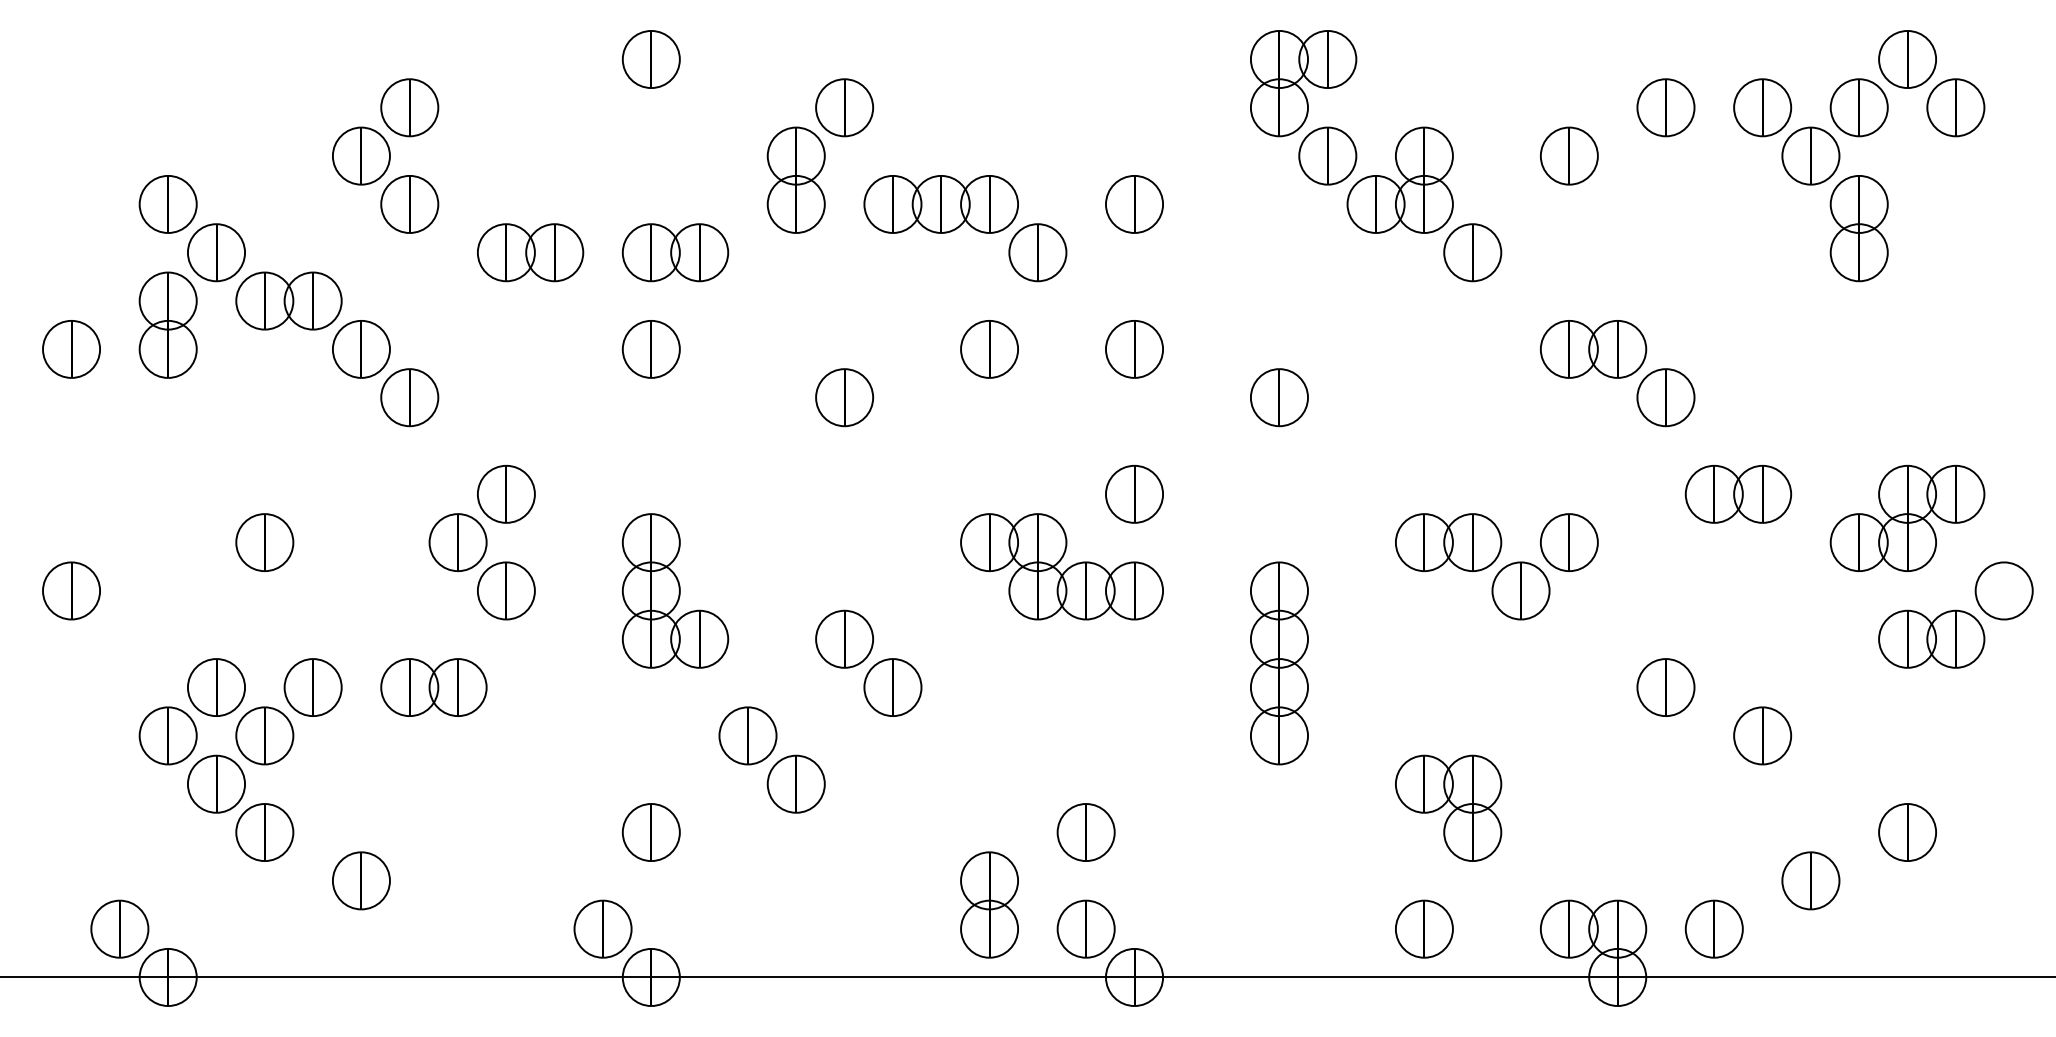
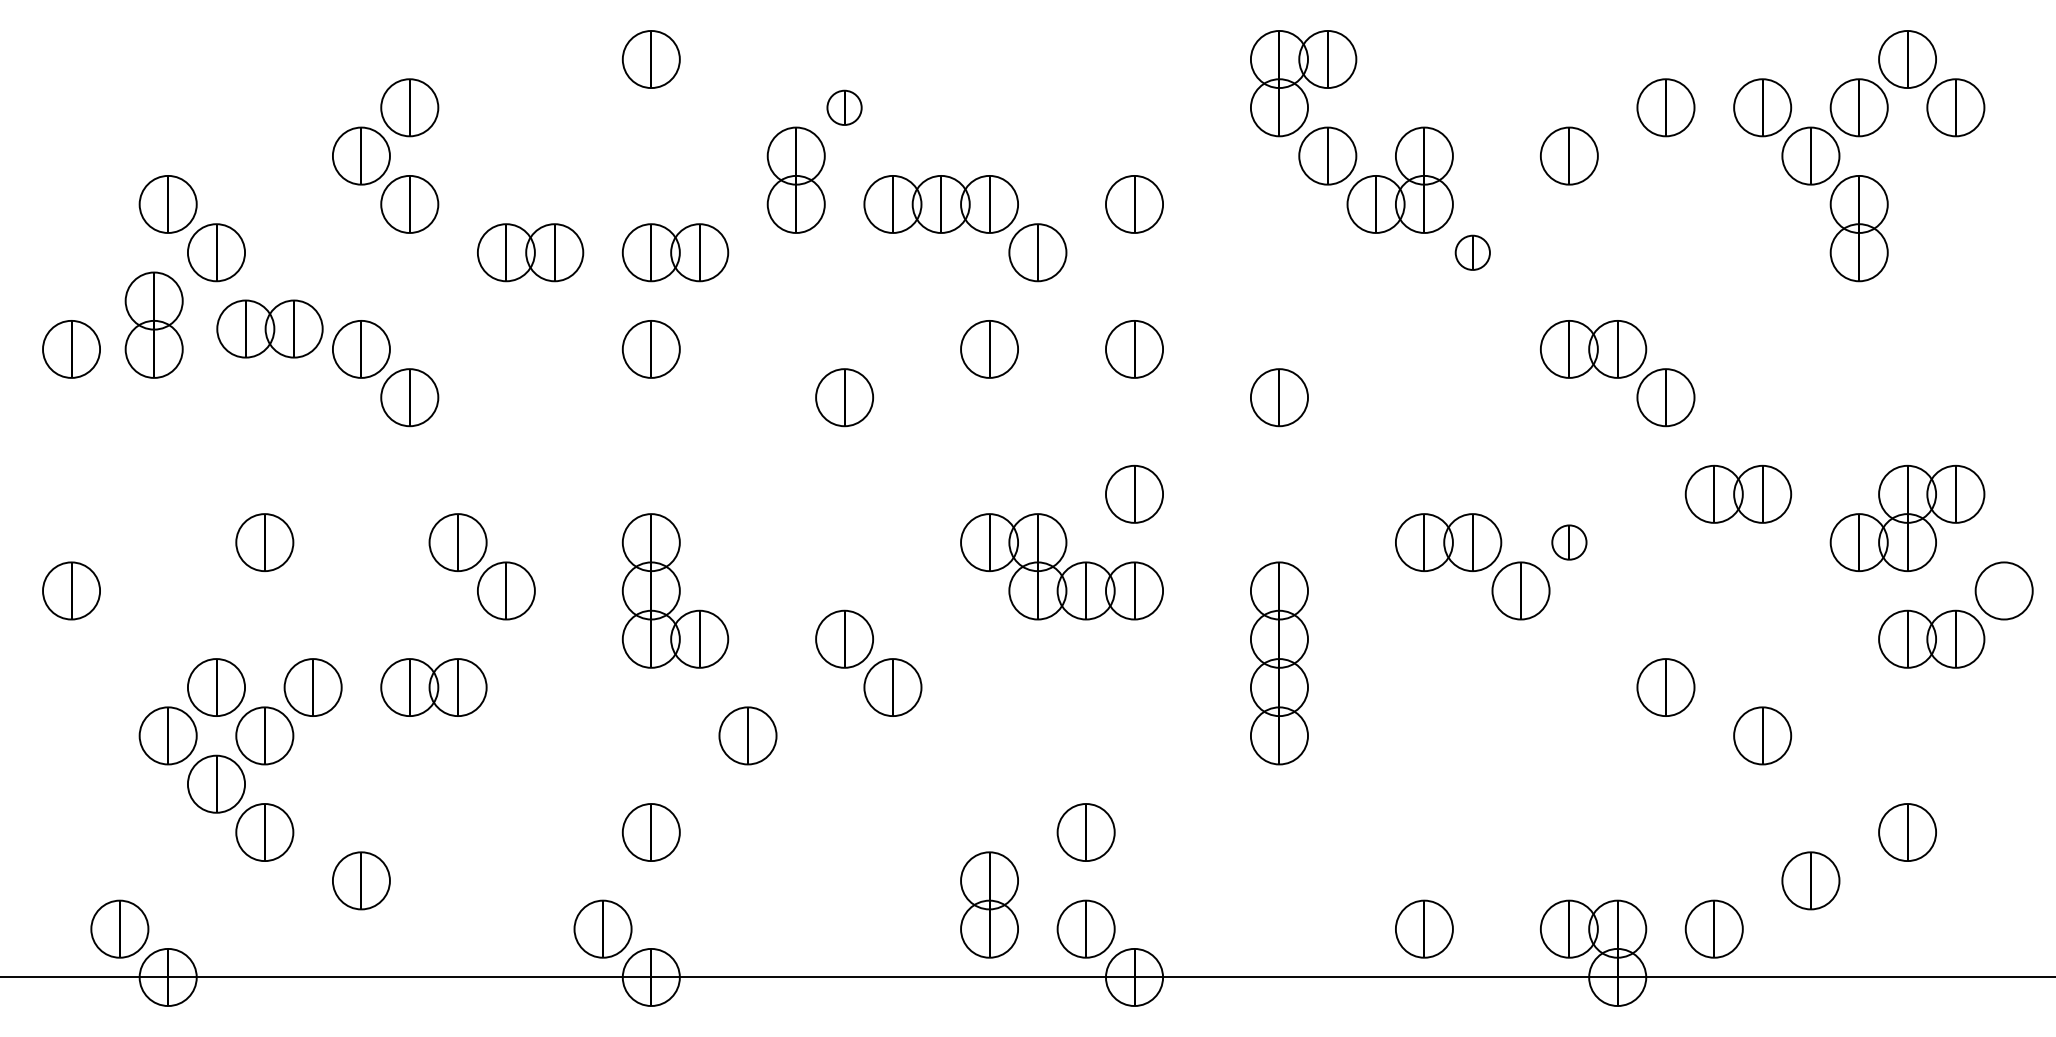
part at (844, 107) size: 59x60 px -> 37x37 px
part at (1472, 252) size: 60x60 px -> 37x37 px
part at (288, 300) position: (288, 300) -> (269, 328)
part at (167, 324) position: (167, 324) -> (153, 324)
part at (506, 493): present -> none
part at (1569, 542) size: 59x59 px -> 37x37 px
part at (795, 783): present -> none
part at (1448, 807): present -> none
